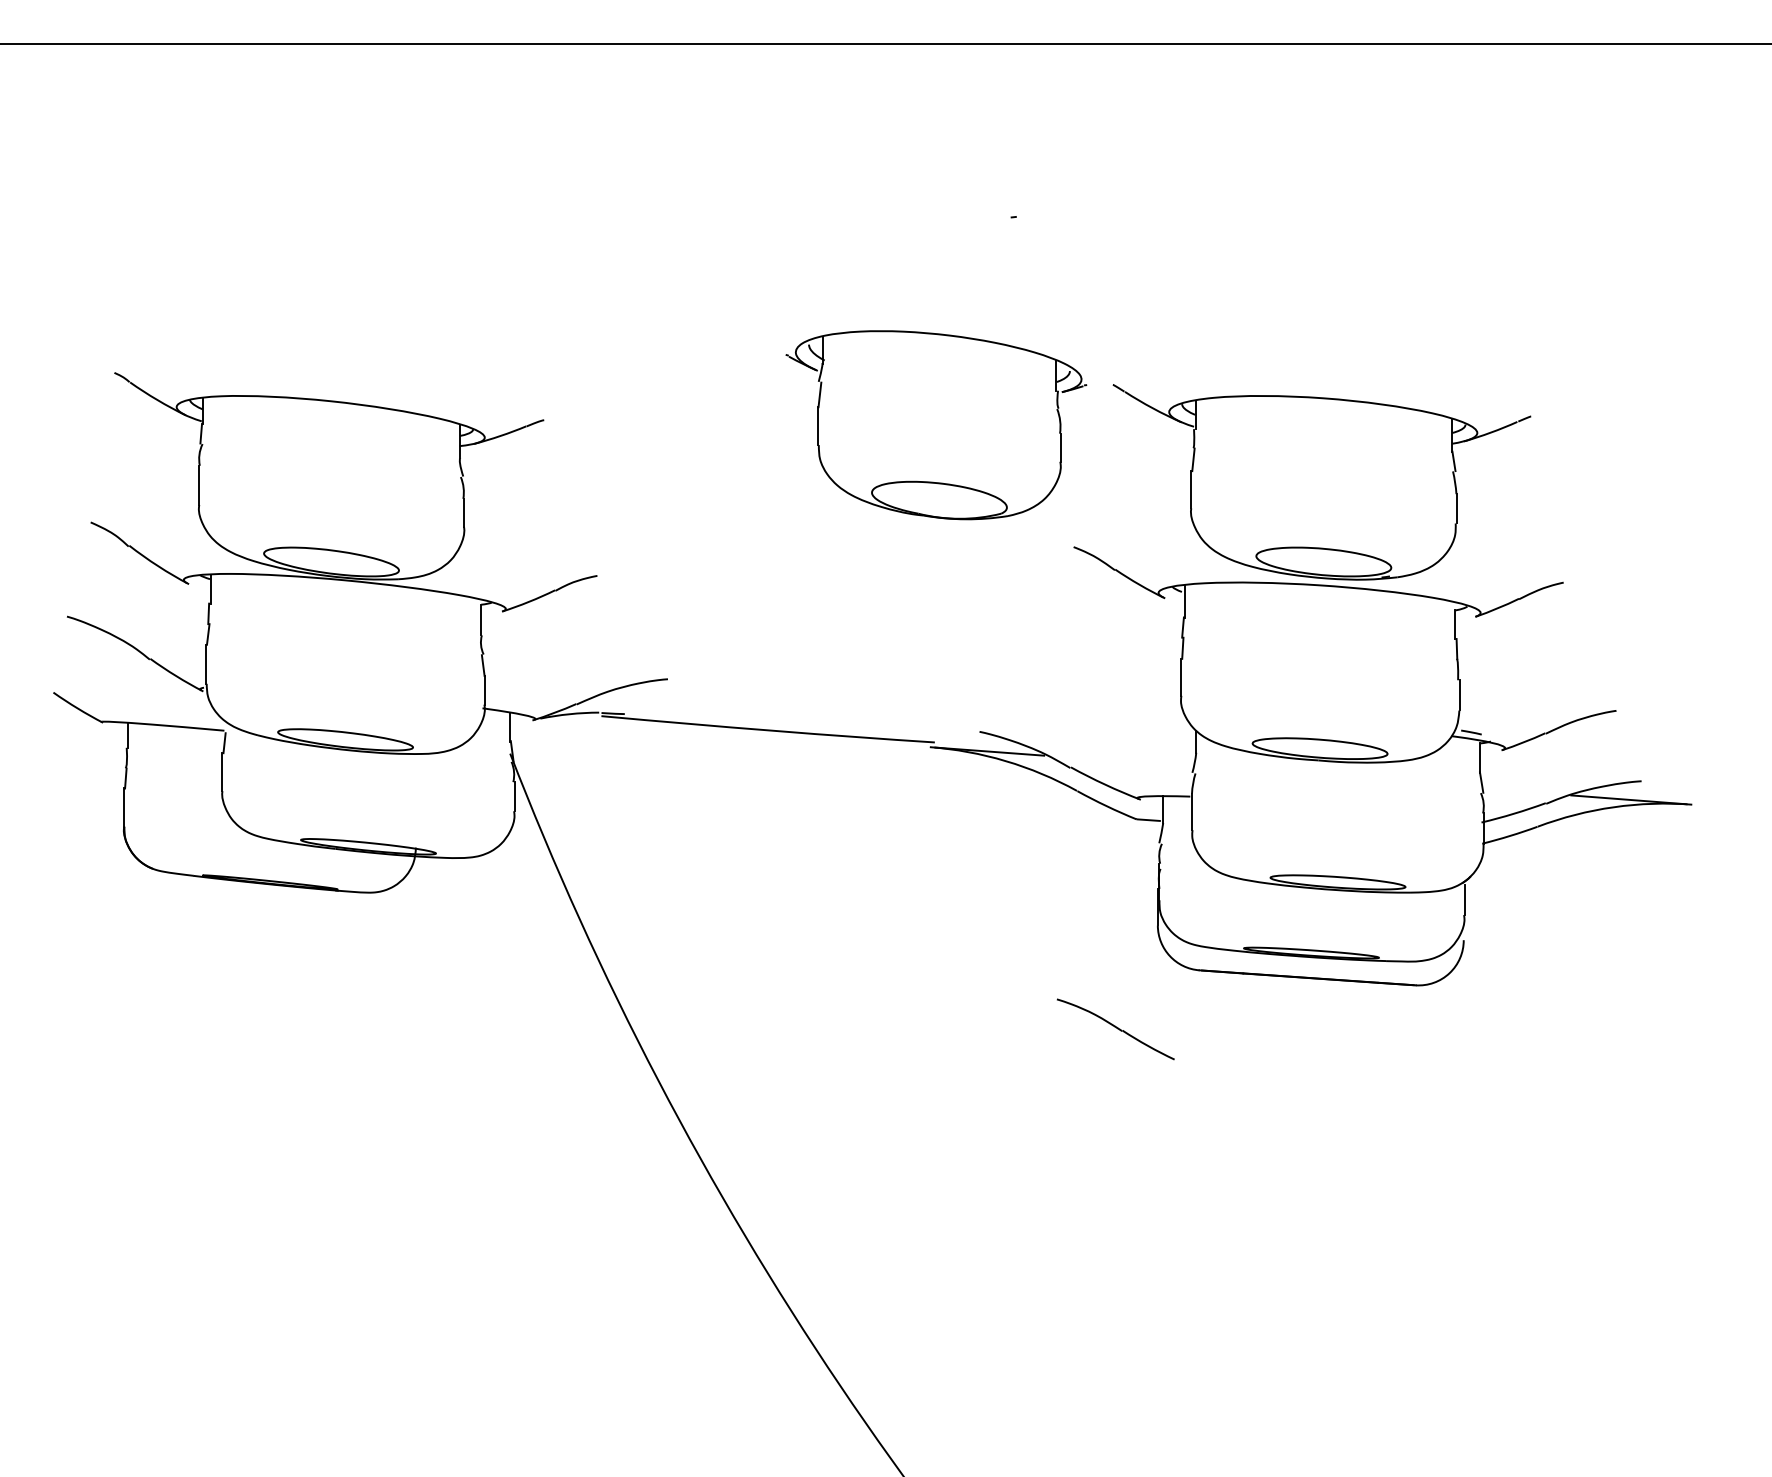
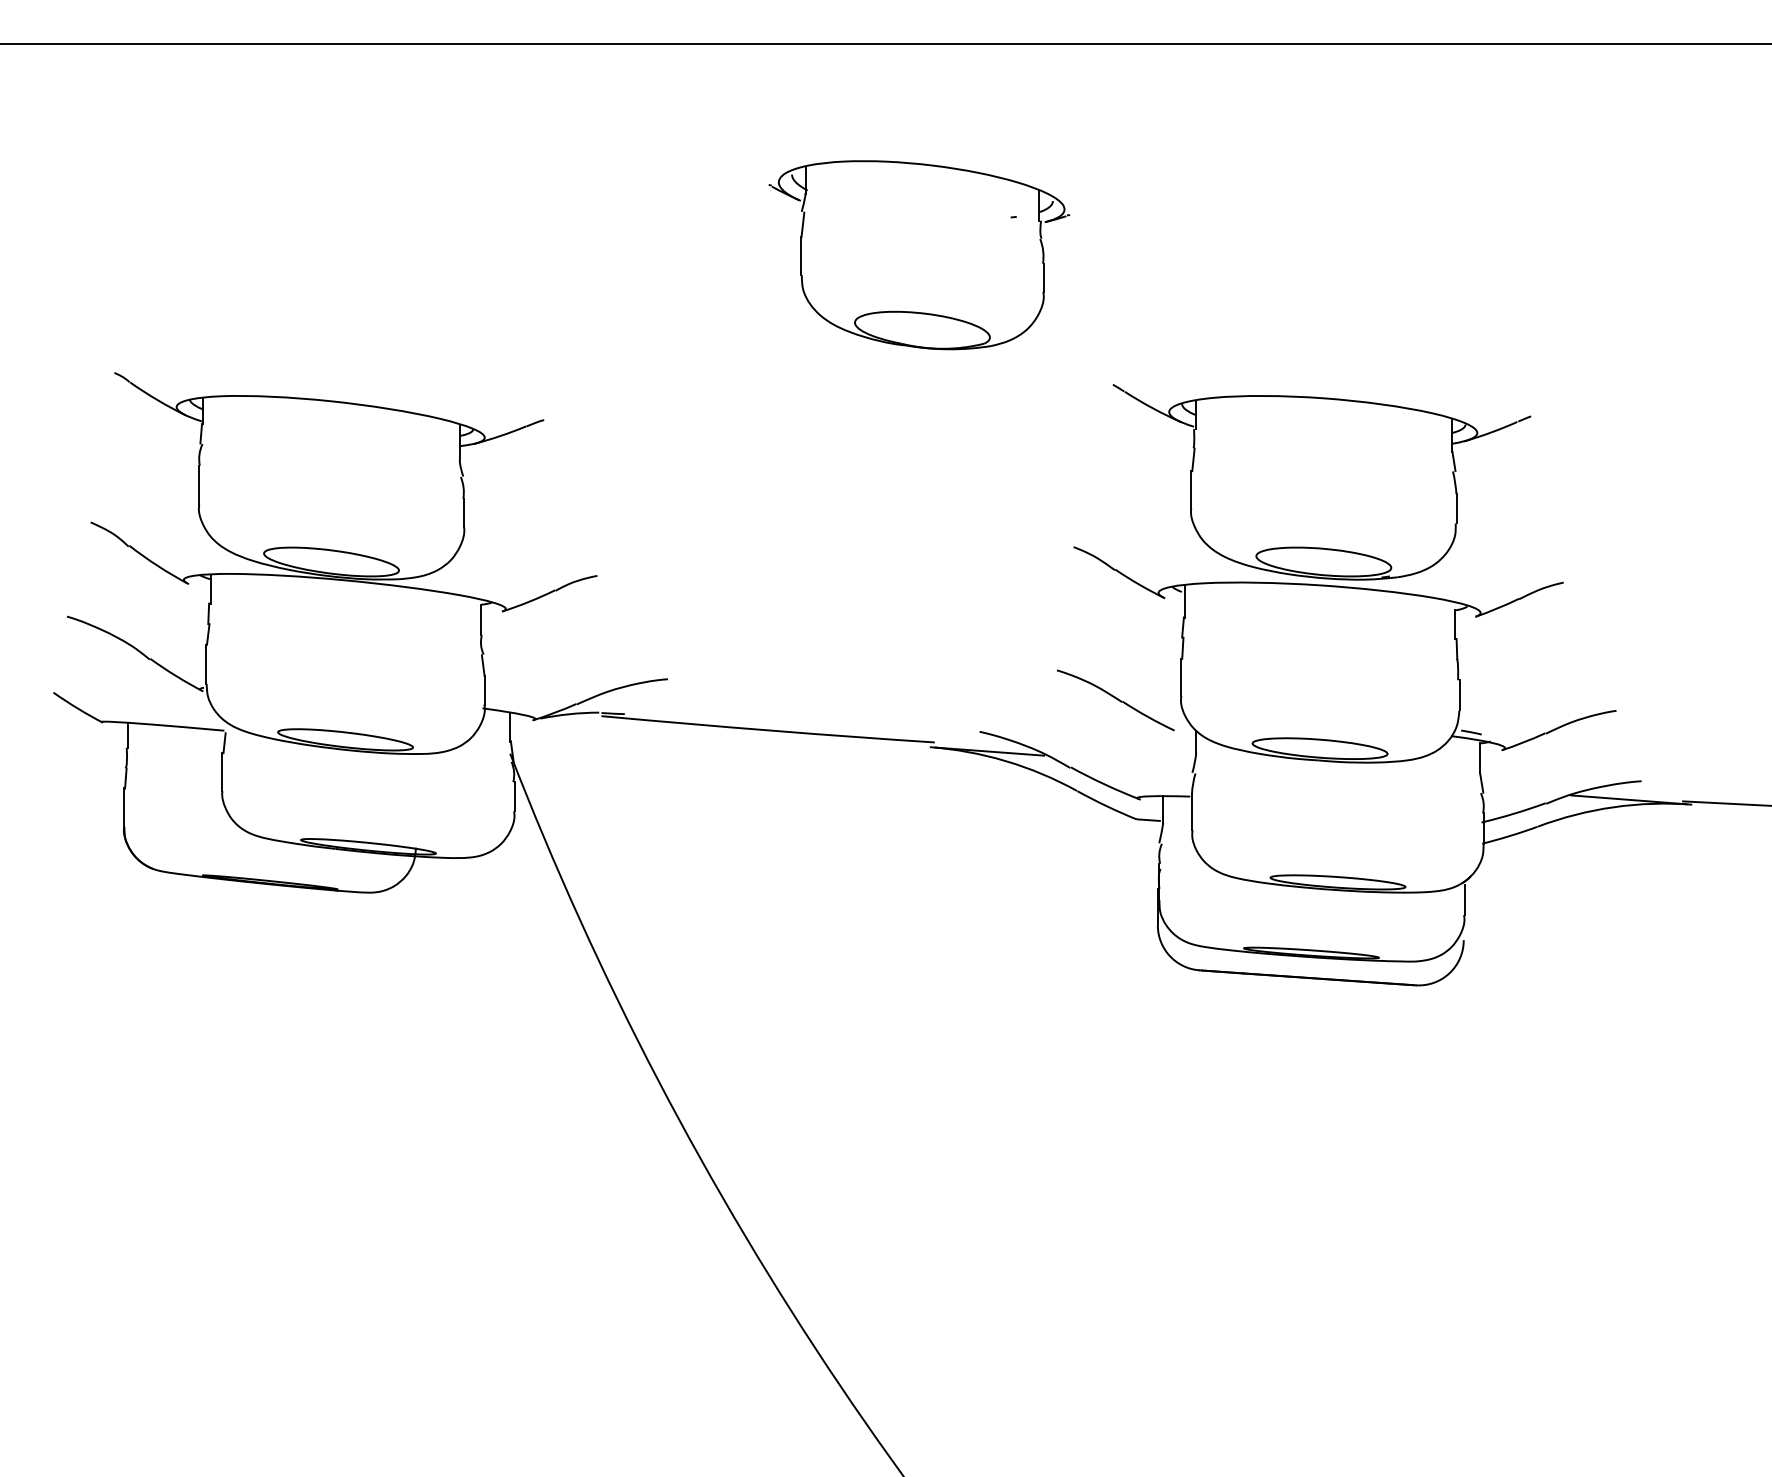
part at (936, 425) position: (936, 425) -> (919, 255)
line at (1725, 803): none -> present
part at (1115, 1029) position: (1115, 1029) -> (1115, 700)
